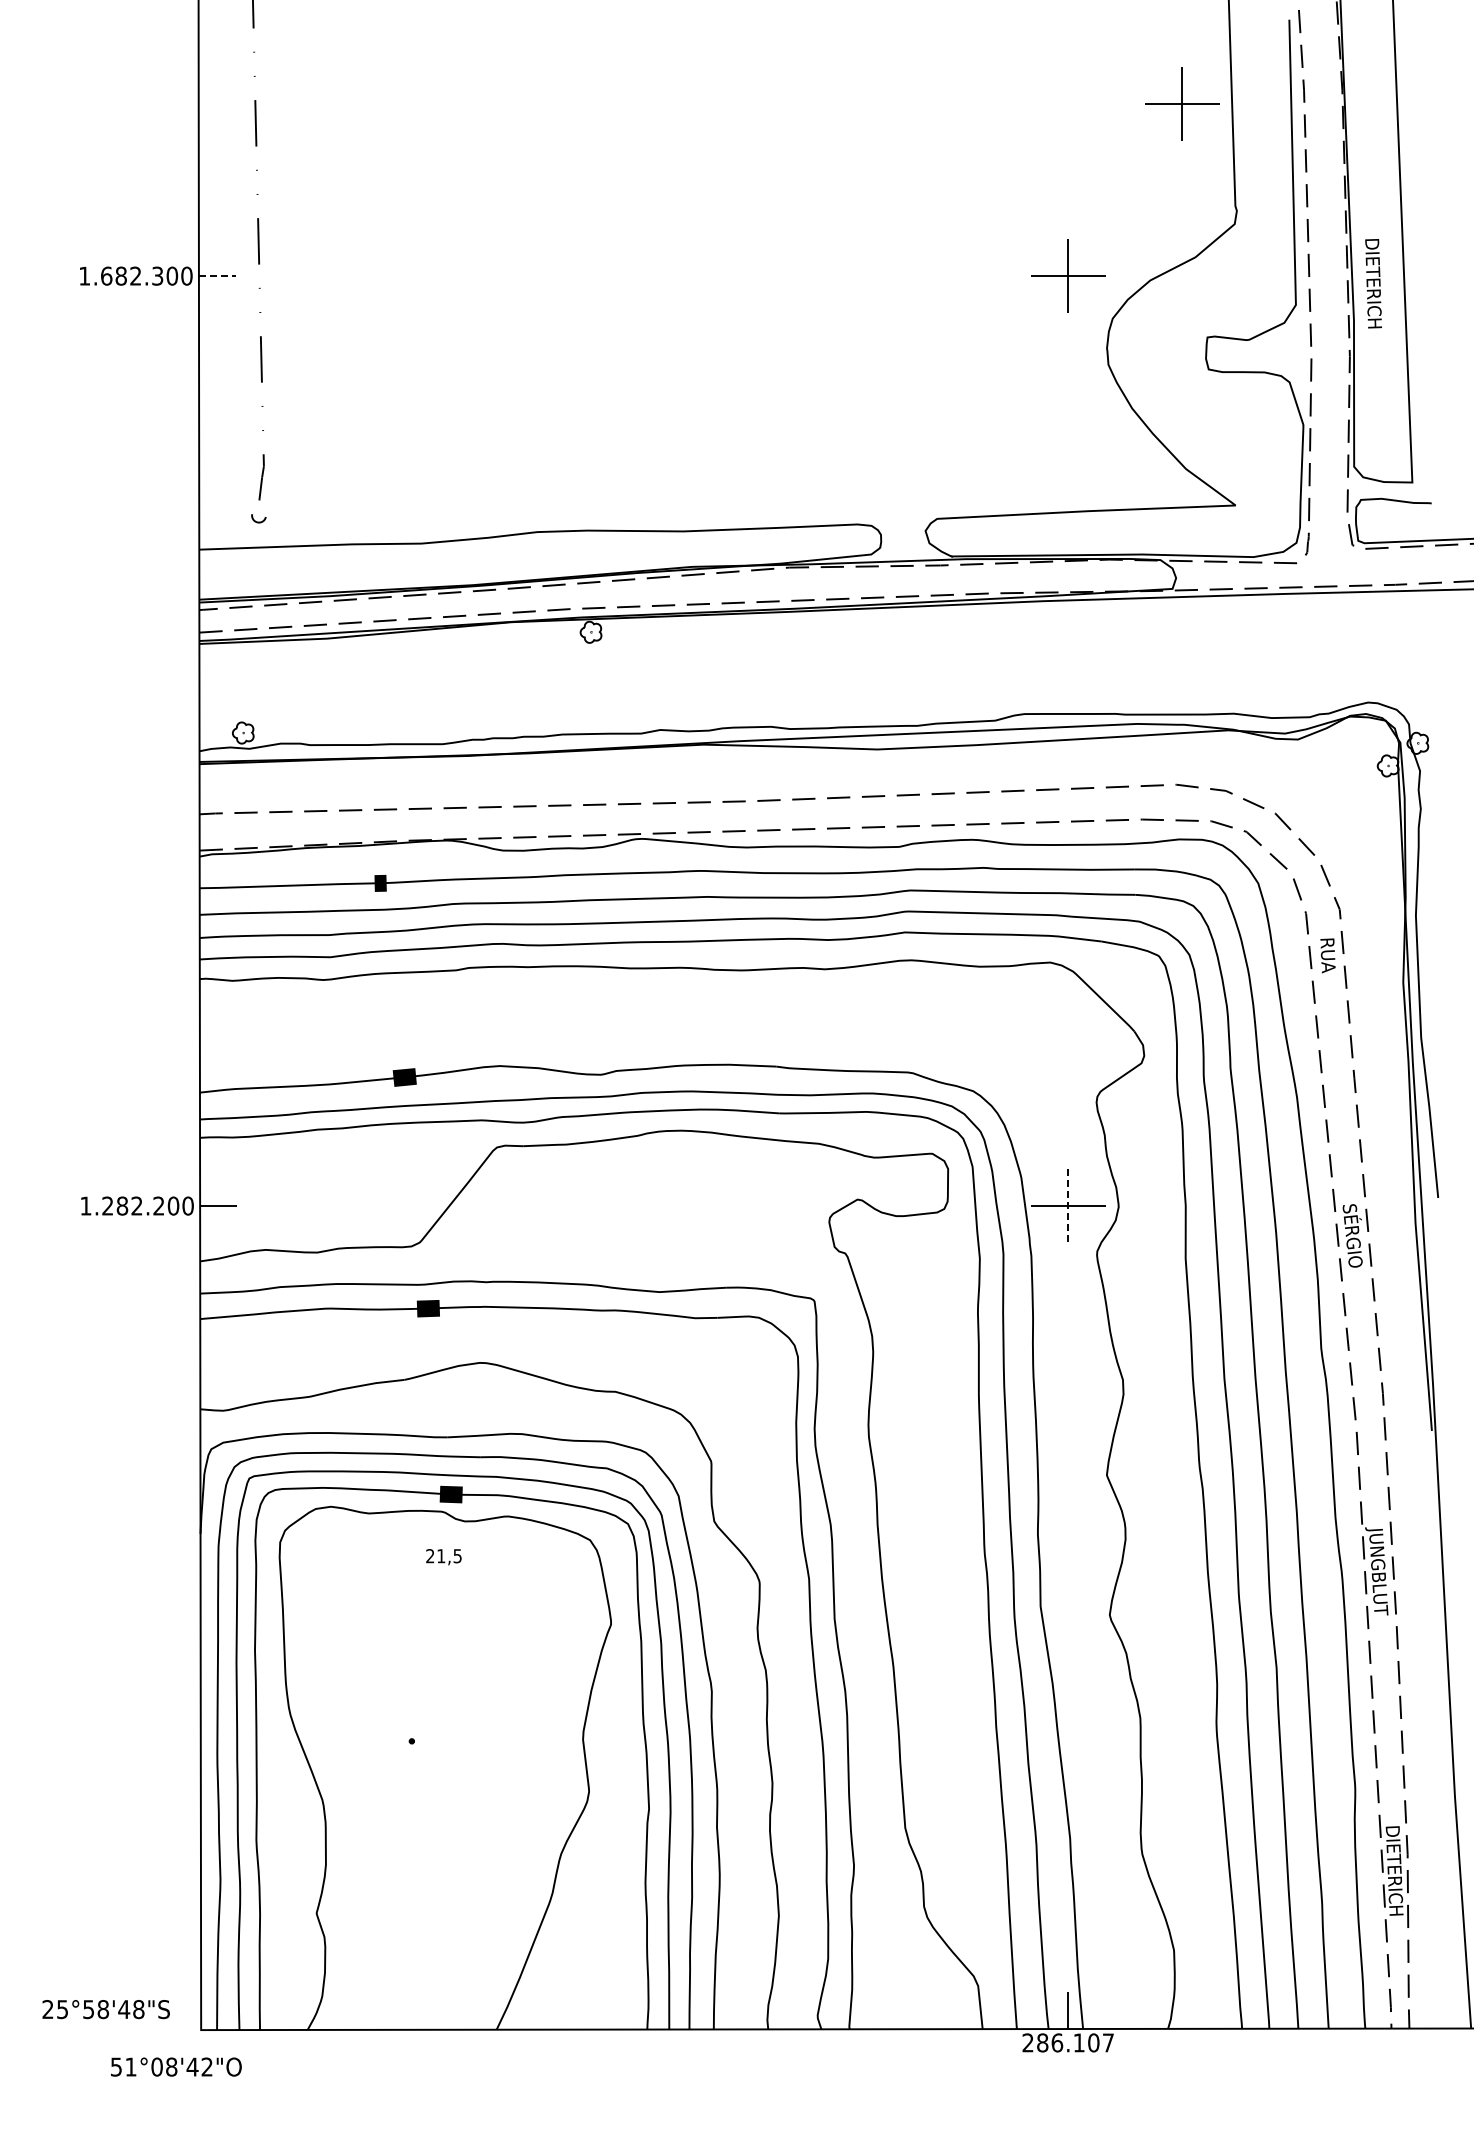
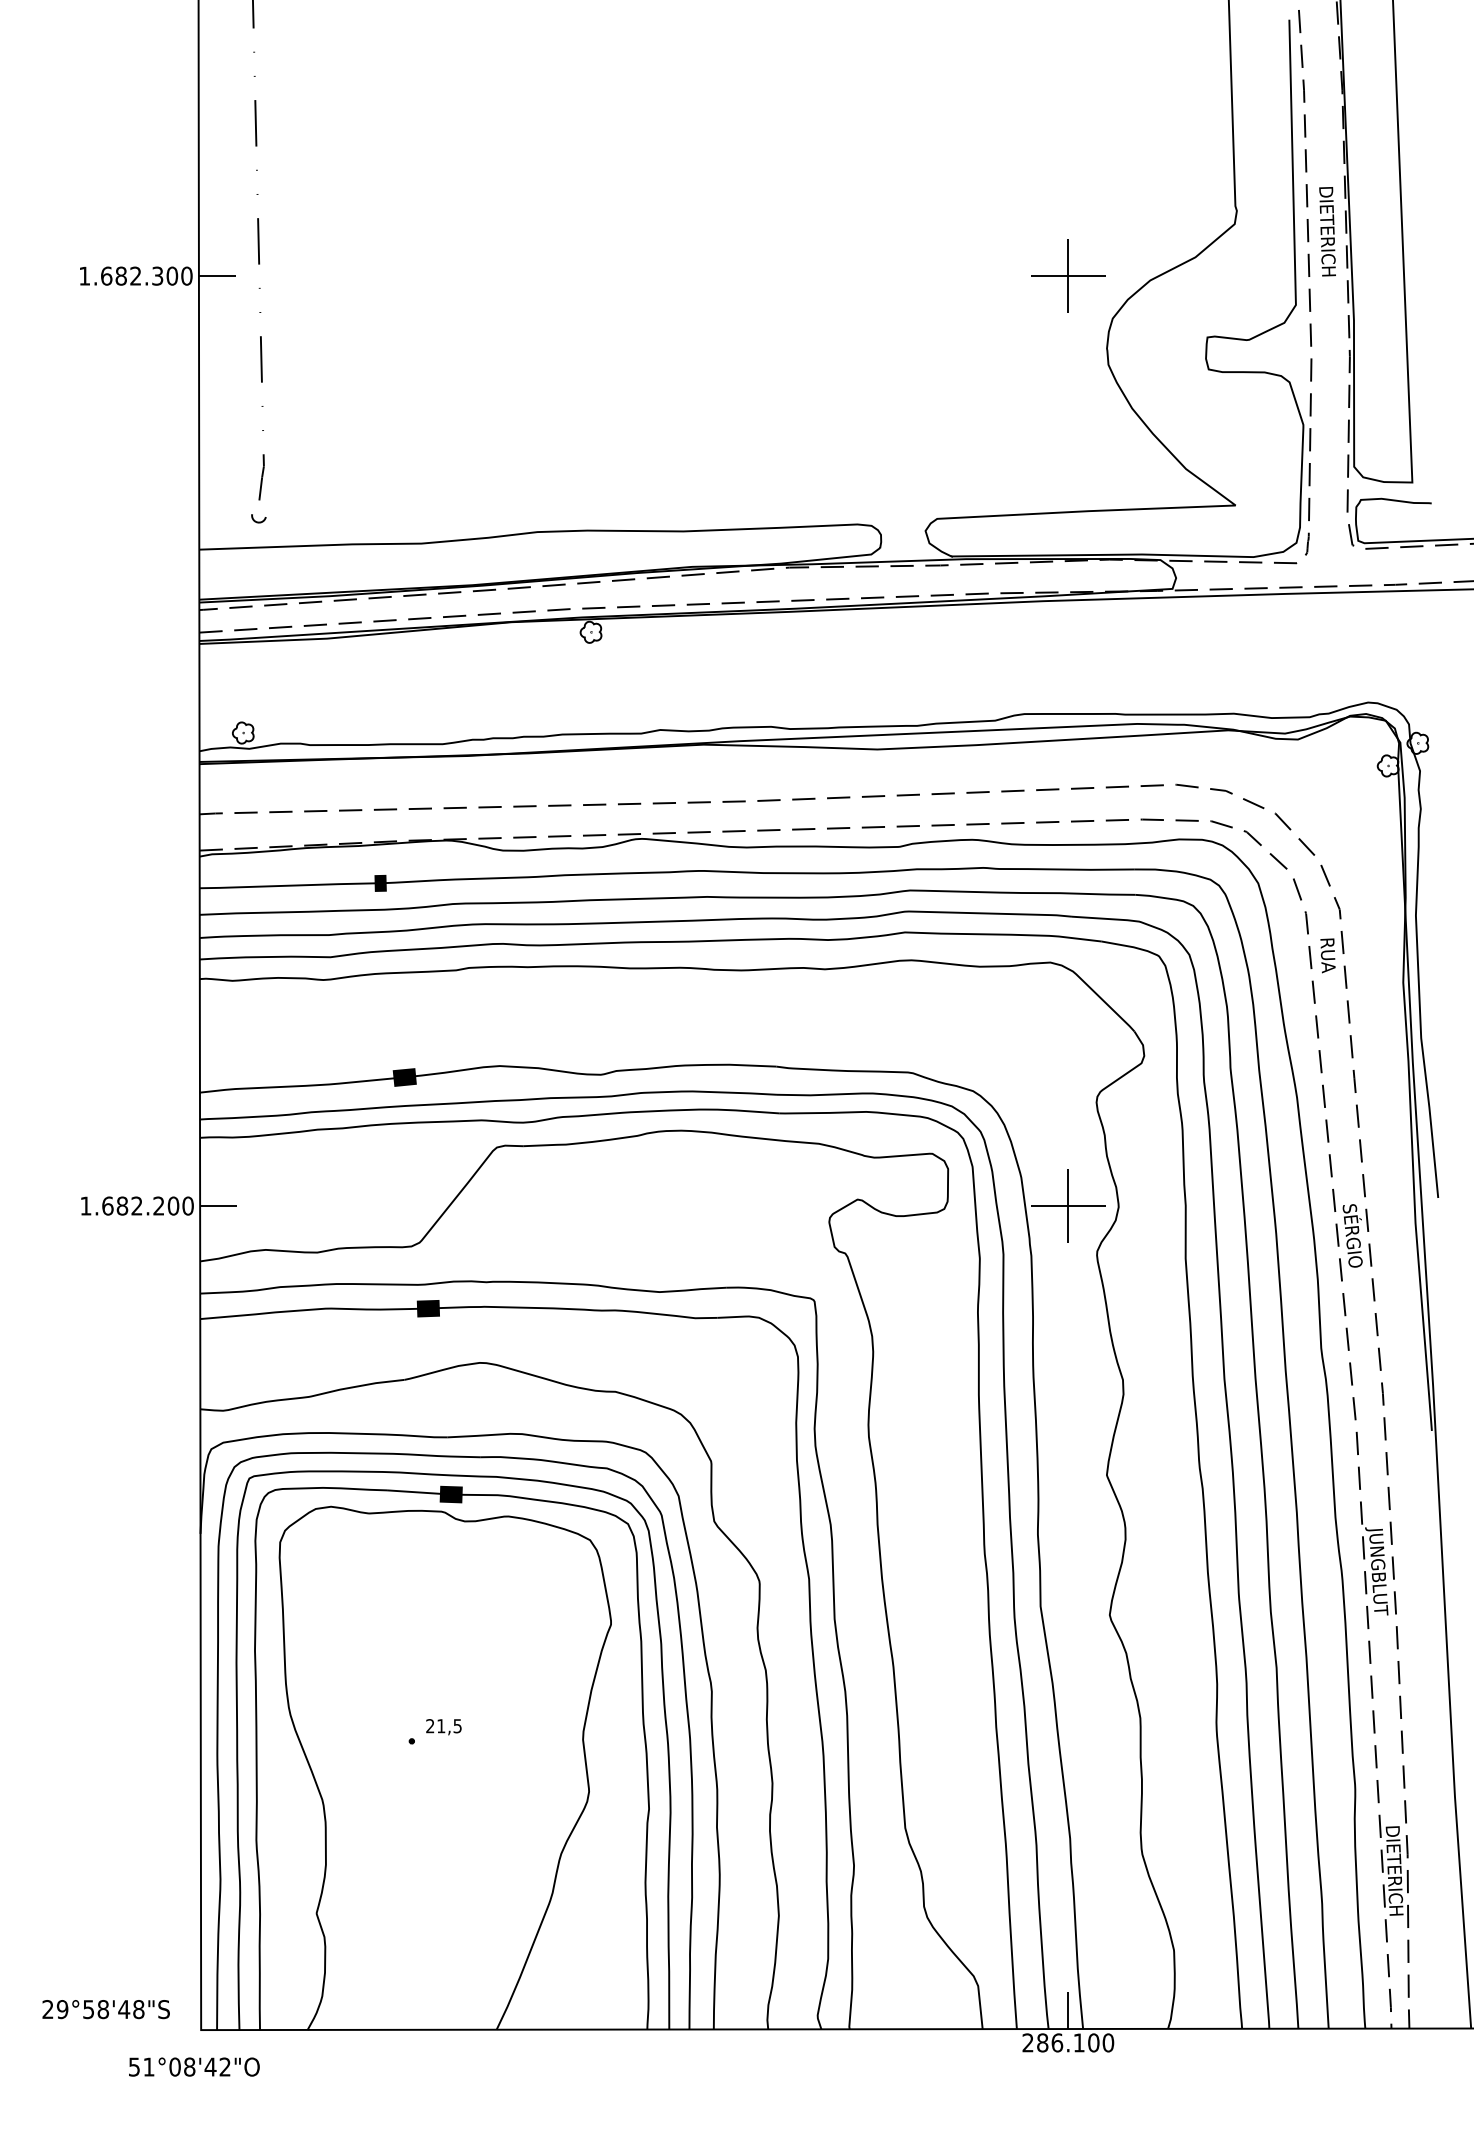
part at (1182, 103): present -> none
line at (217, 276): dashed -> solid
text at (1373, 283) position: (1373, 283) -> (1327, 231)
text at (107, 1205): 1.282.200 -> 1.682.200
line at (1068, 1206): dashed -> solid
text at (443, 1557) position: (443, 1557) -> (443, 1727)
text at (62, 2009): 25°58'48"S -> 29°58'48"S
text at (1108, 2042): 286.107 -> 286.100
text at (176, 2066) position: (176, 2066) -> (194, 2066)
